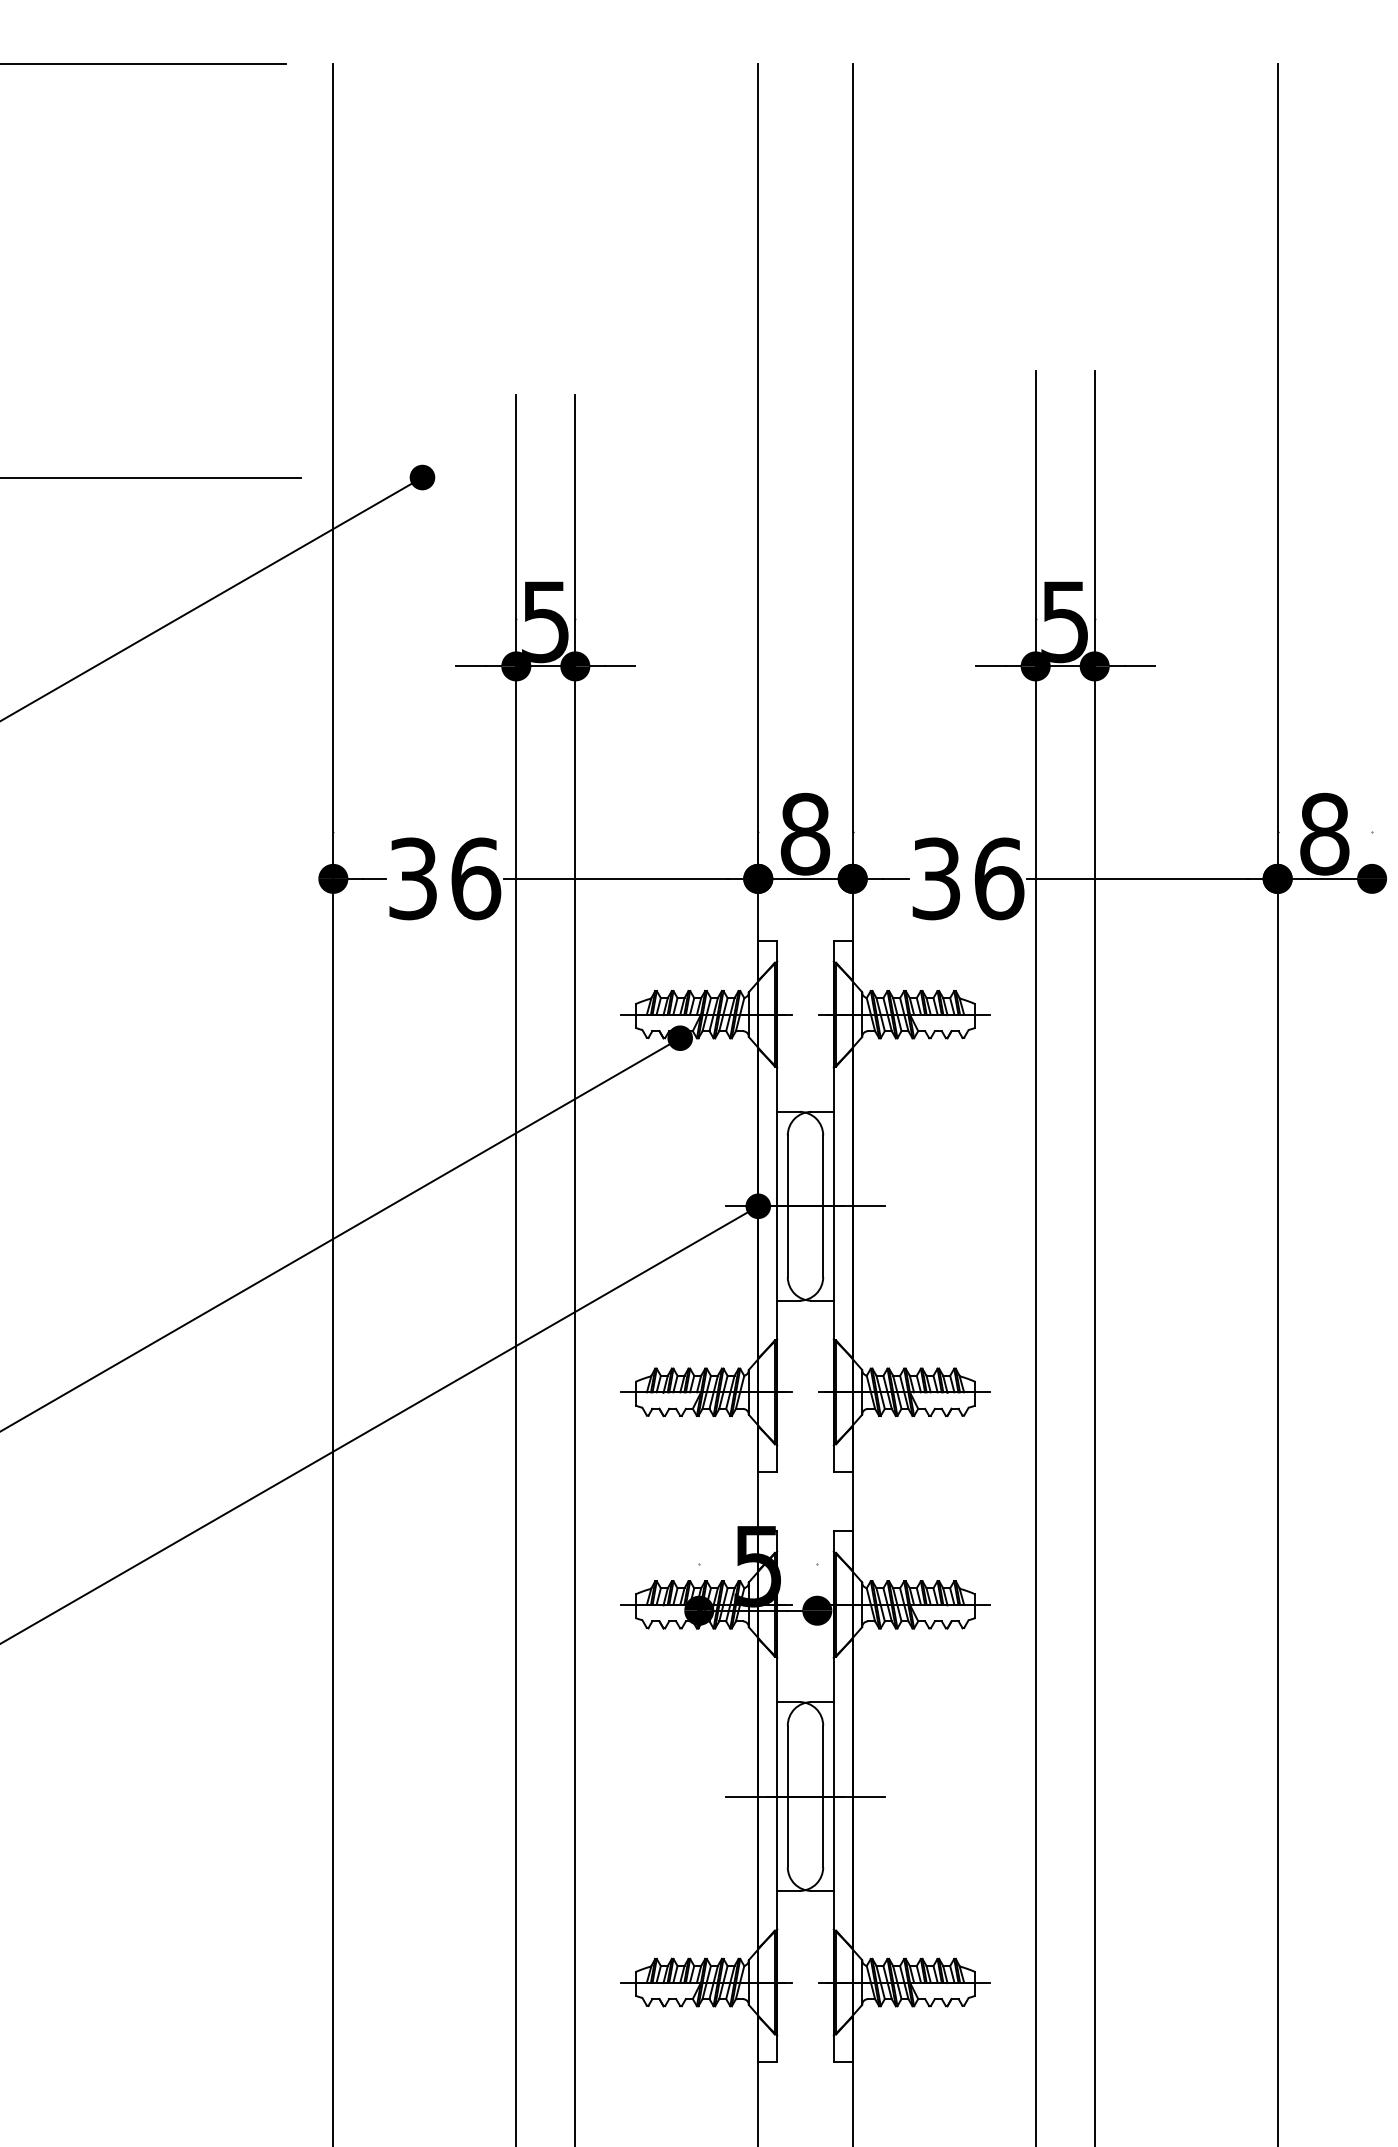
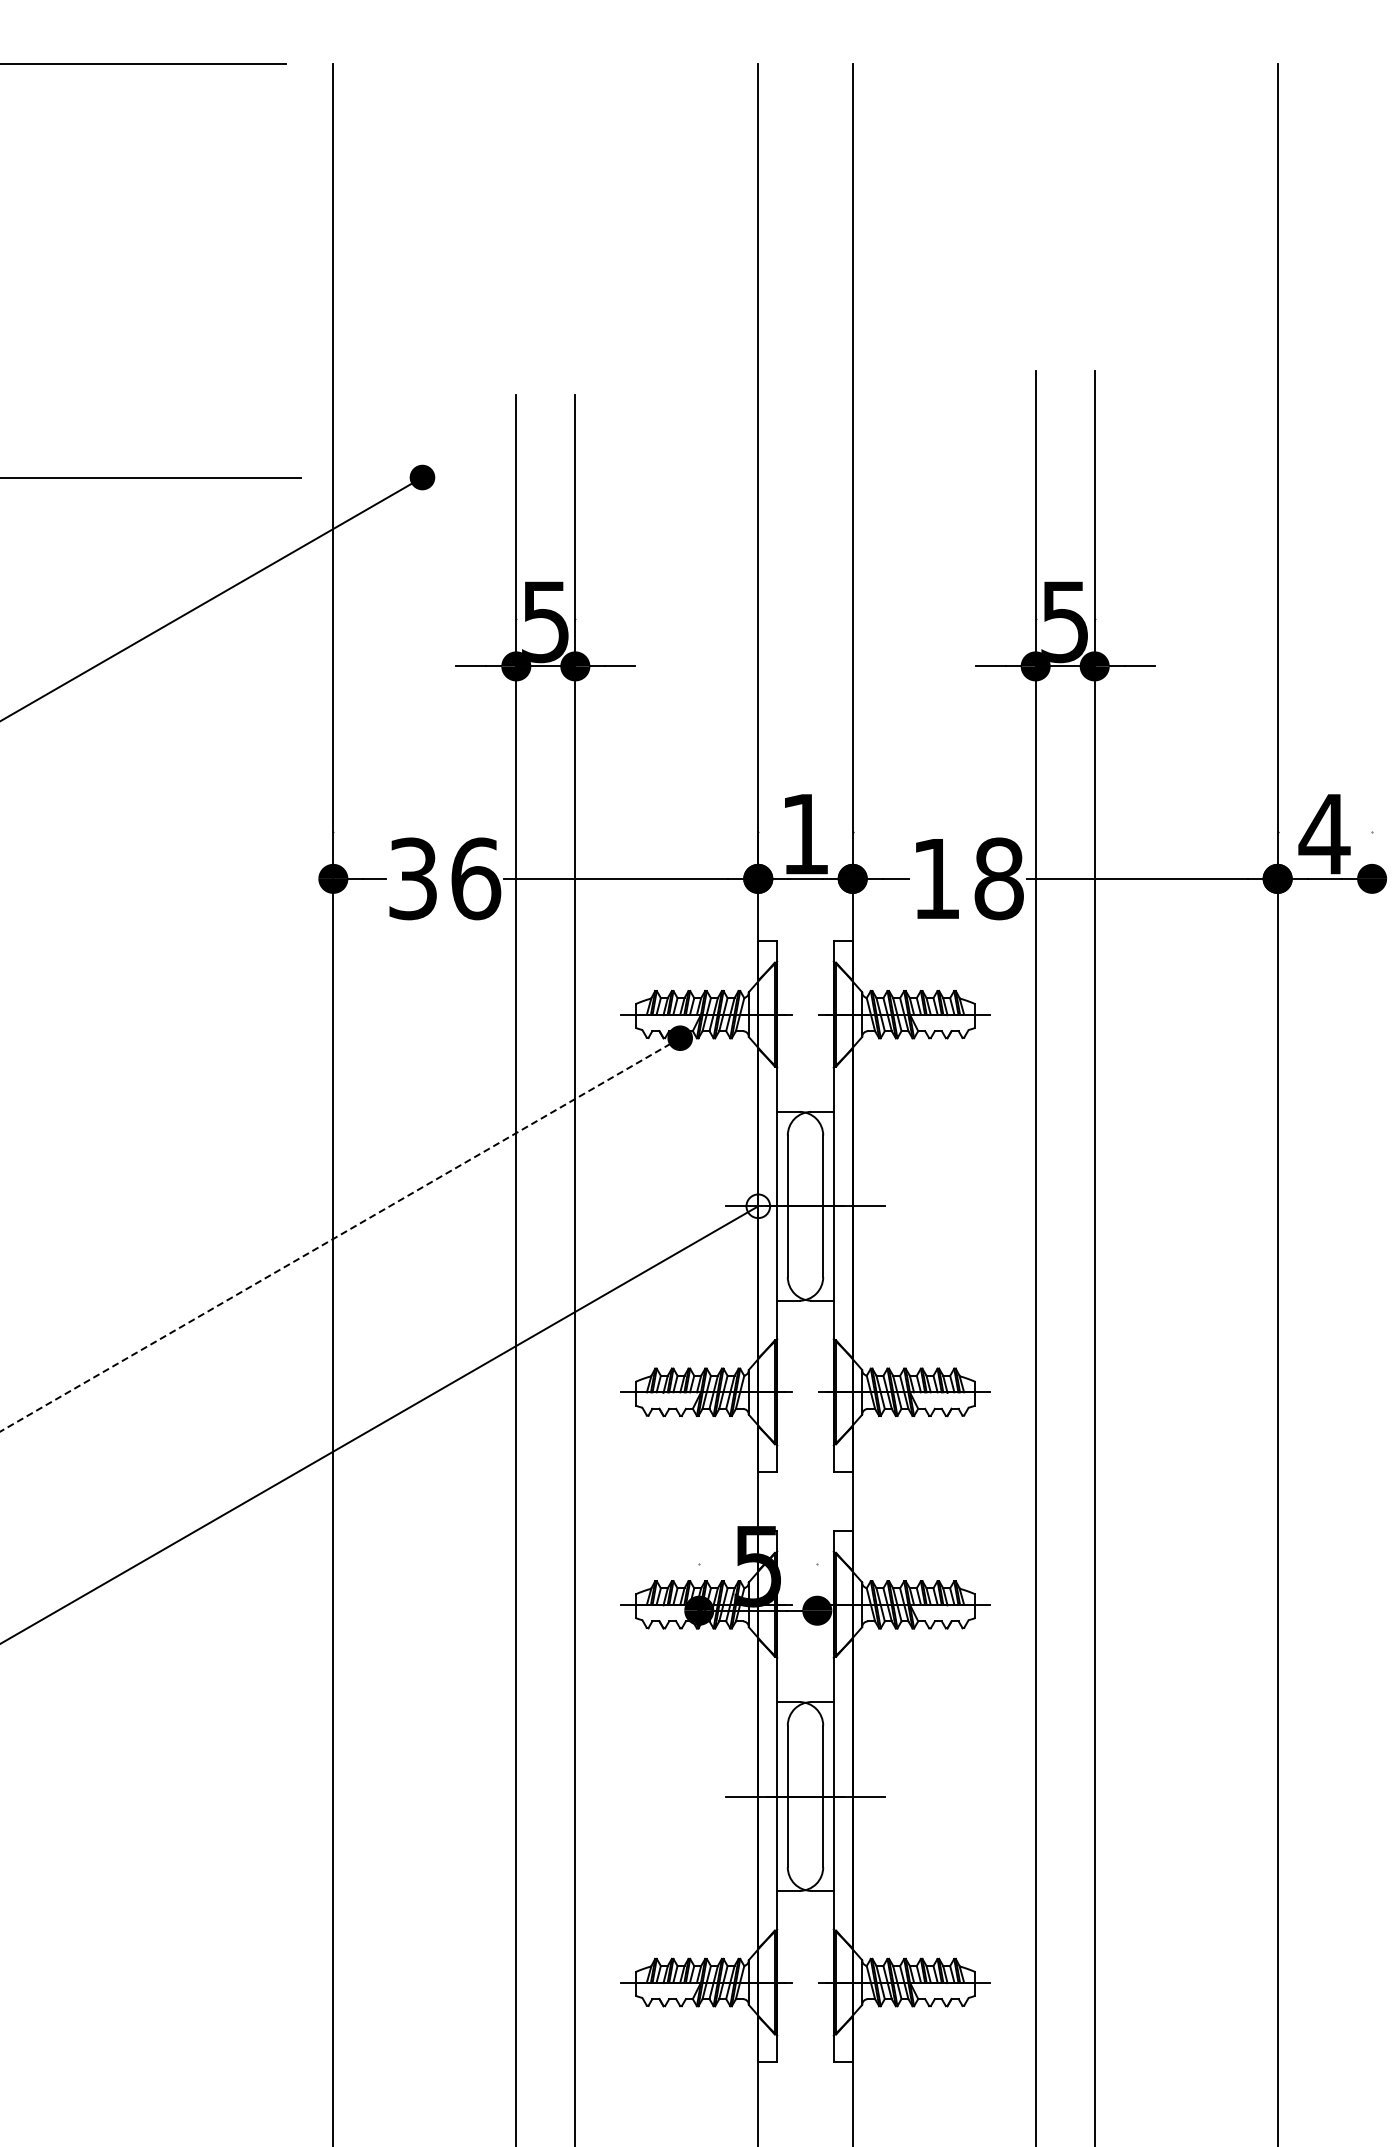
text at (805, 833): 8 -> 1
text at (1324, 833): 8 -> 4
text at (968, 878): 36 -> 18
fill at (758, 1206): present -> none
line at (340, 1235): solid -> dashed
